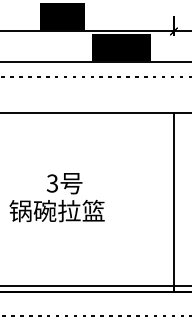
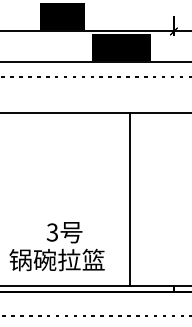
text at (56, 197) position: (56, 197) -> (56, 246)
line at (173, 199) position: (173, 199) -> (129, 199)
